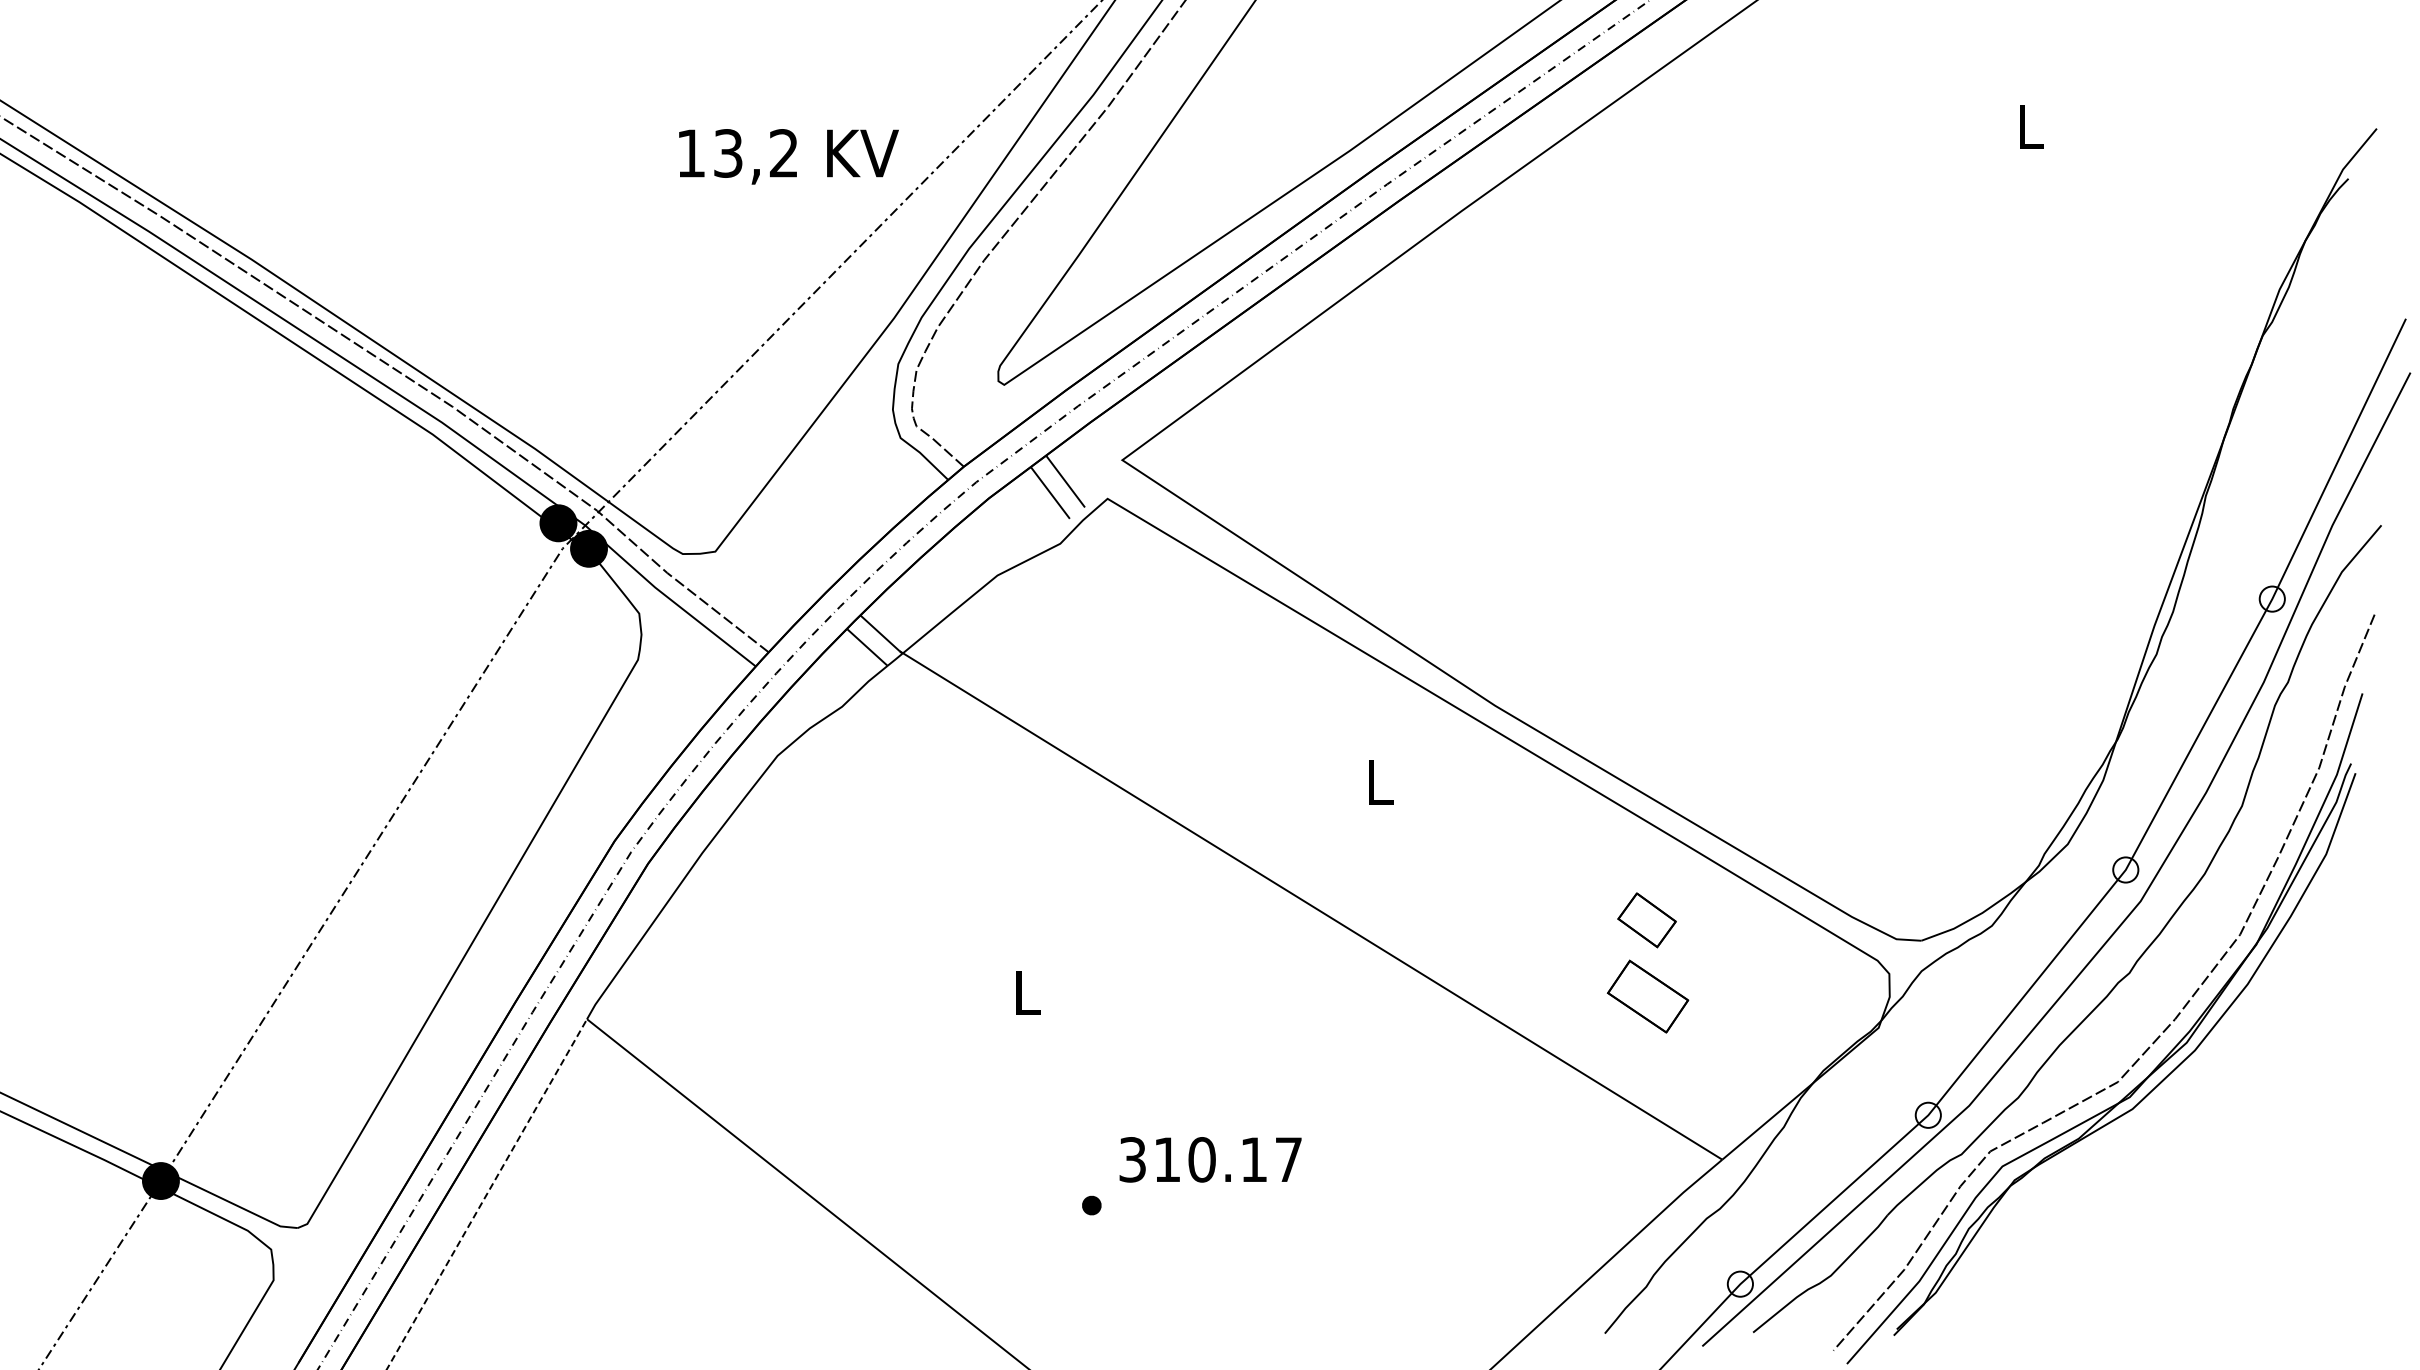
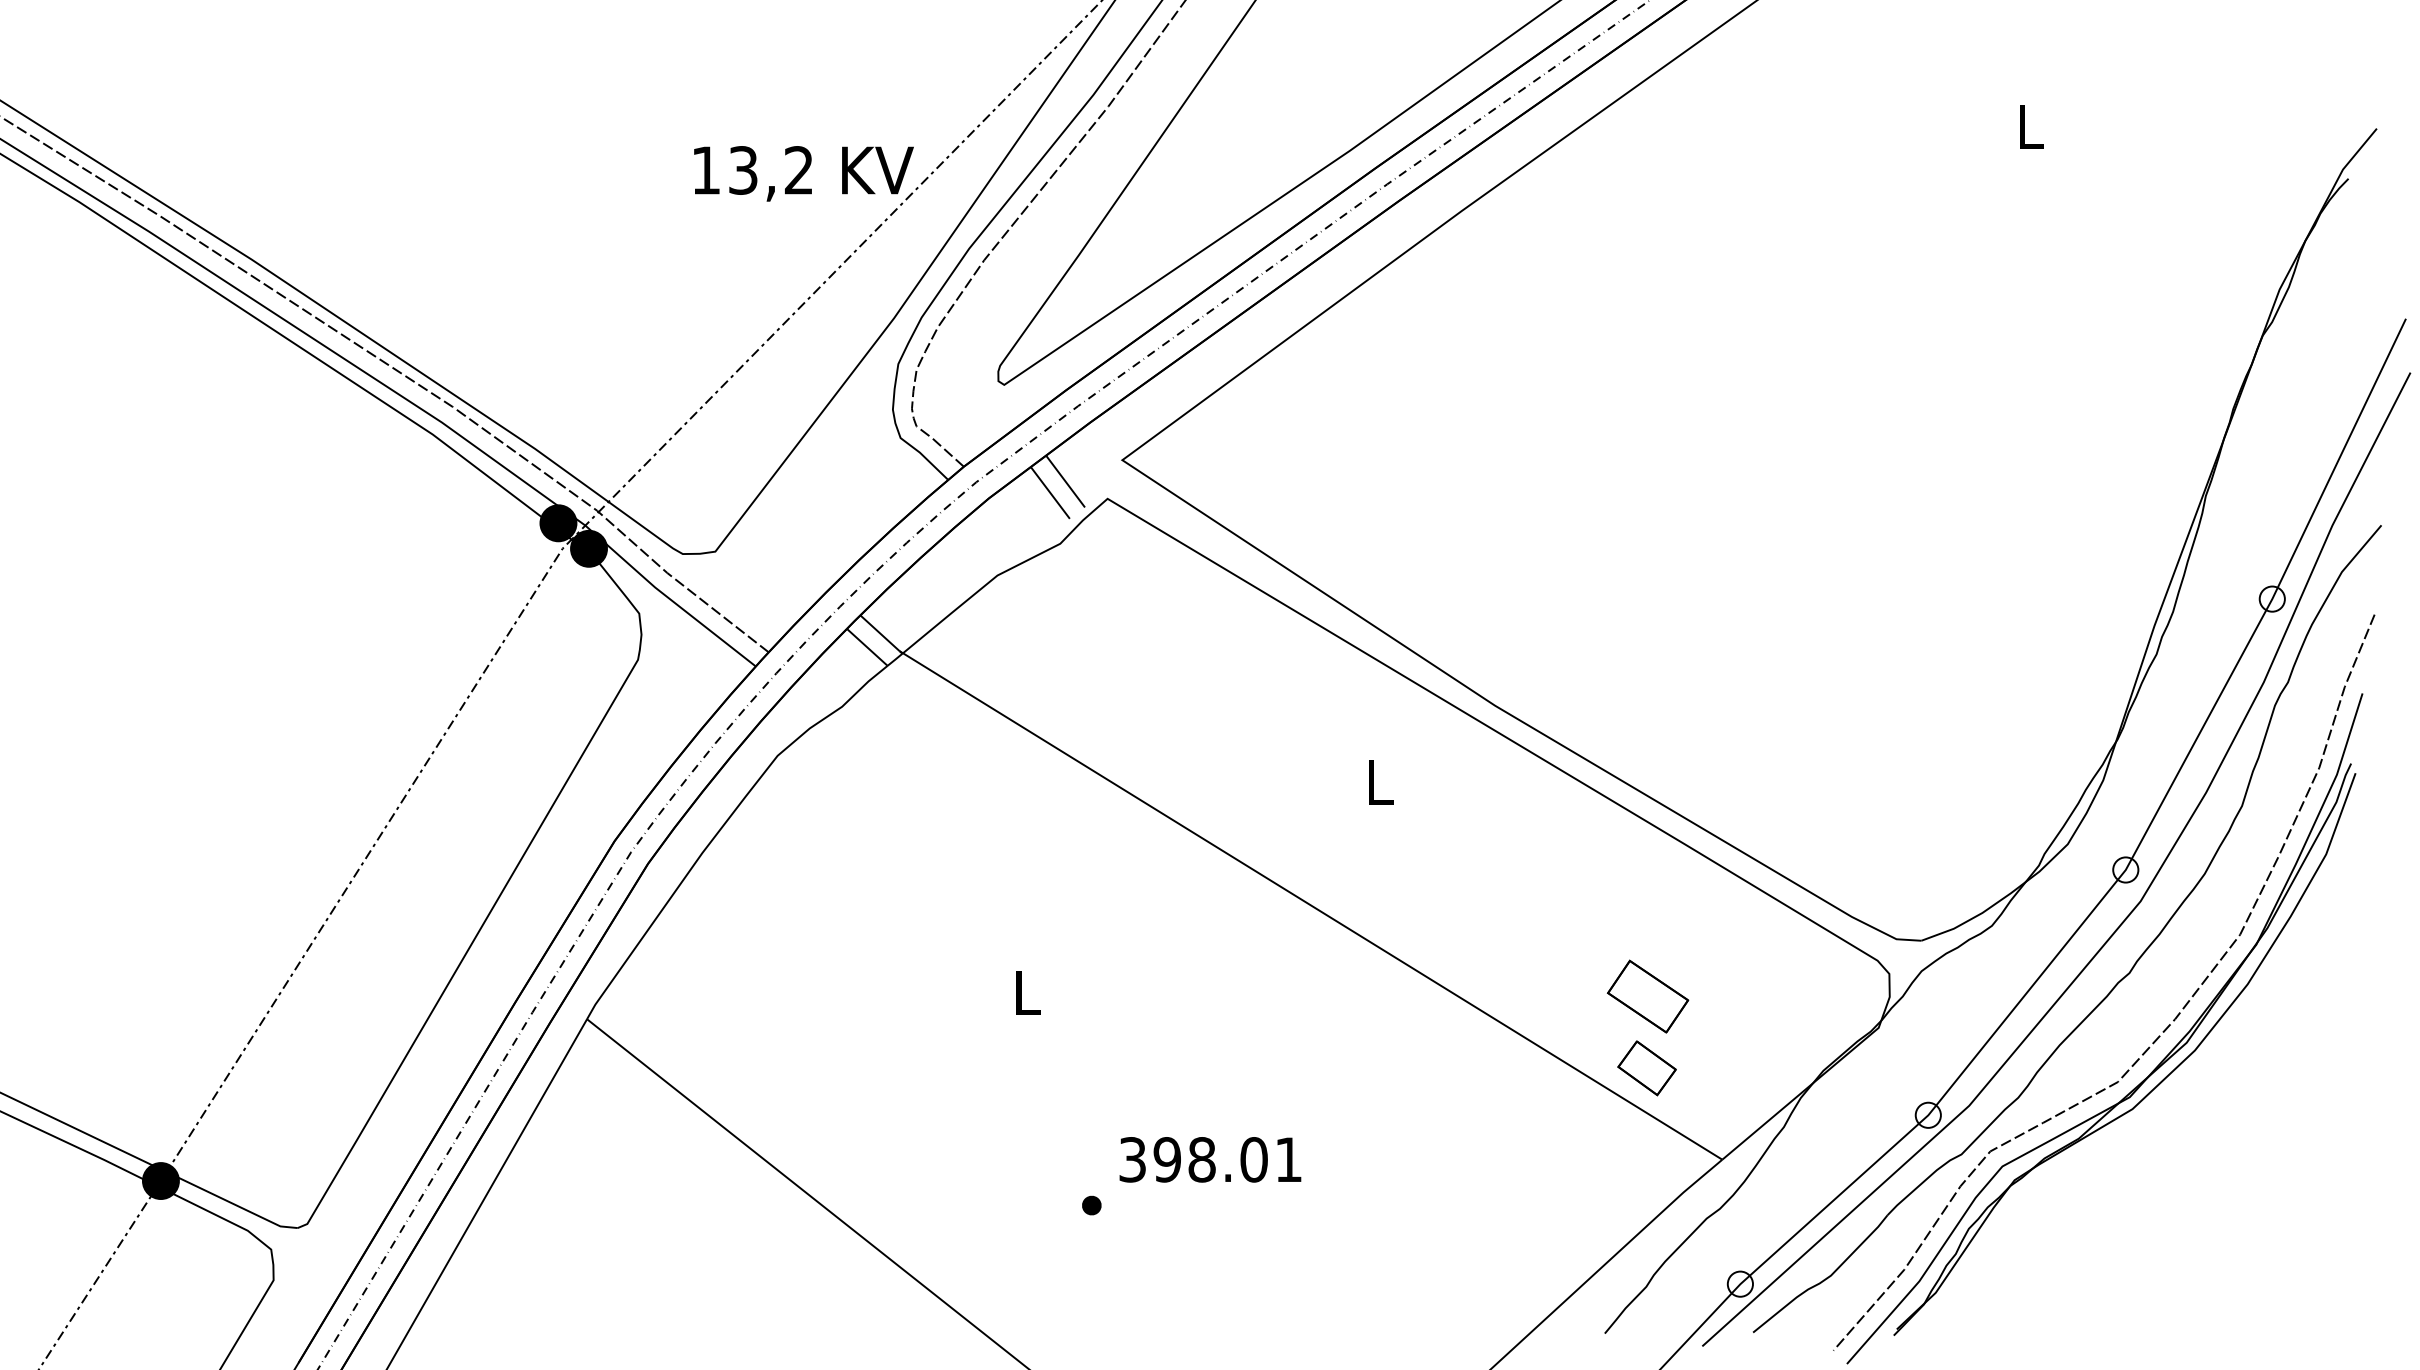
text at (788, 156) position: (788, 156) -> (803, 173)
part at (1646, 920) position: (1646, 920) -> (1646, 1068)
text at (1227, 1159): 310.17 -> 398.01
line at (486, 1194): dashed -> solid
